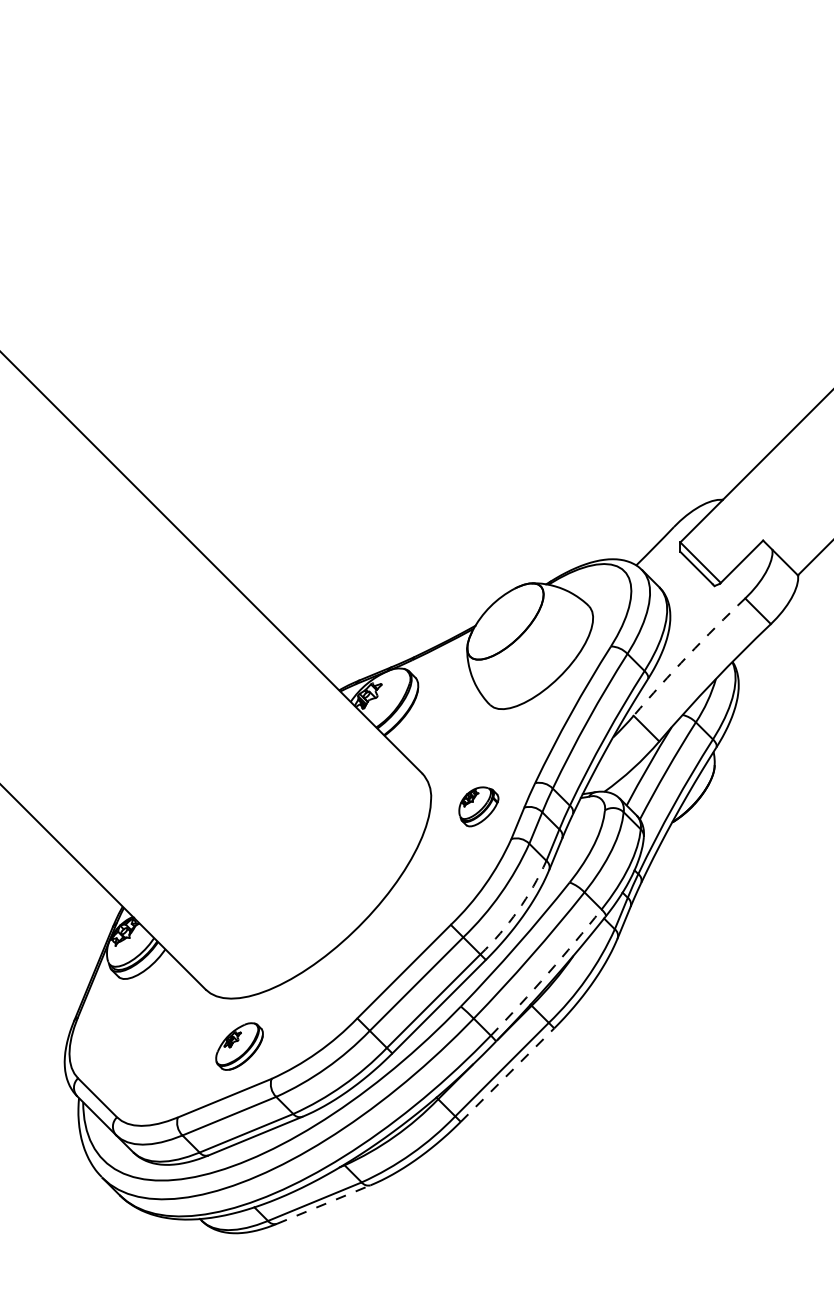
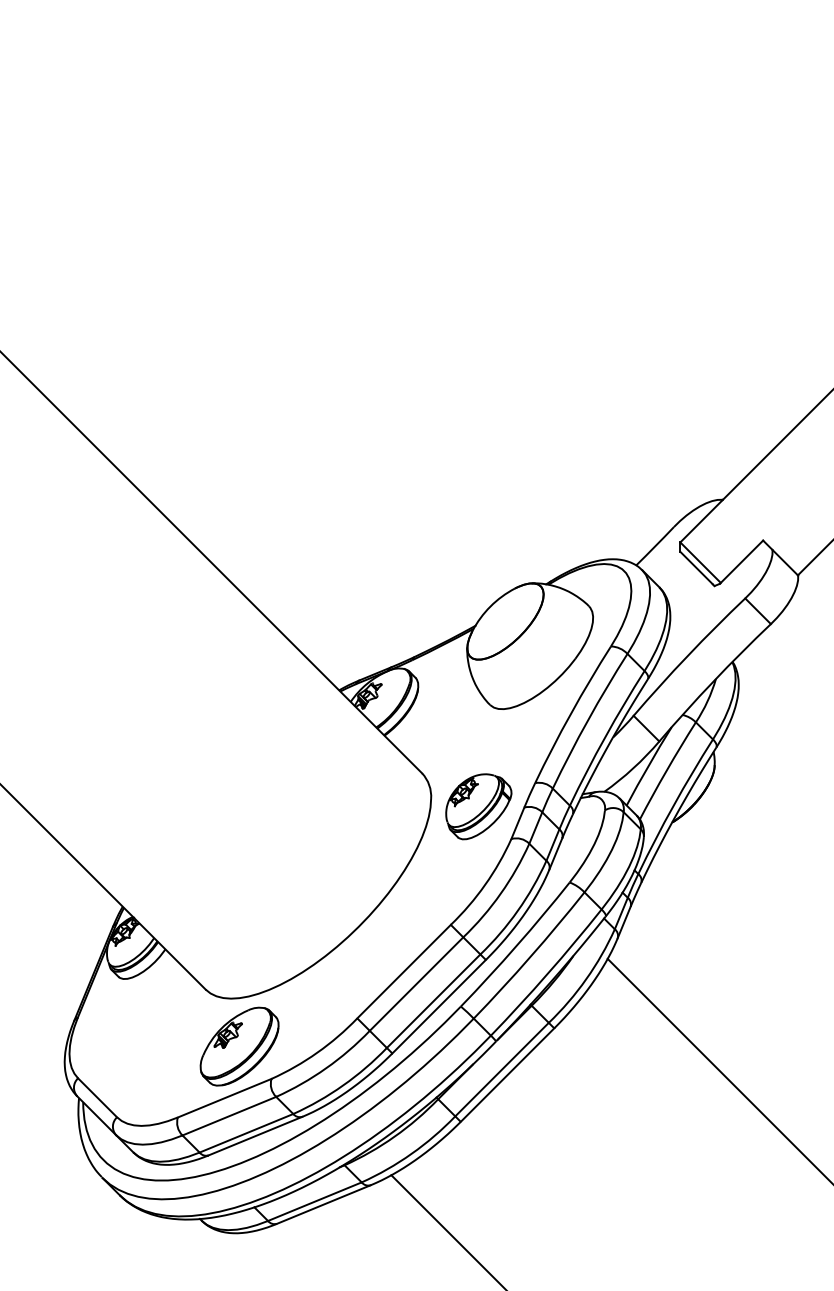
arc at (687, 655): dashed -> solid
part at (478, 806) size: 42x42 px -> 68x68 px
arc at (517, 910): dashed -> solid
arc at (547, 973): dashed -> solid
part at (239, 1046) size: 49x49 px -> 81x81 px
line at (718, 1069): none -> present
line at (507, 1074): dashed -> solid
line at (323, 1204): dashed -> solid
line at (447, 1231): none -> present
